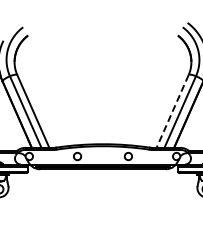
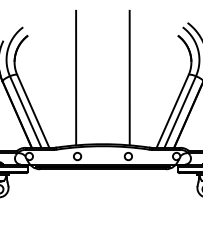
line at (76, 77): none -> present
line at (129, 77): none -> present
line at (172, 111): dashed -> solid
